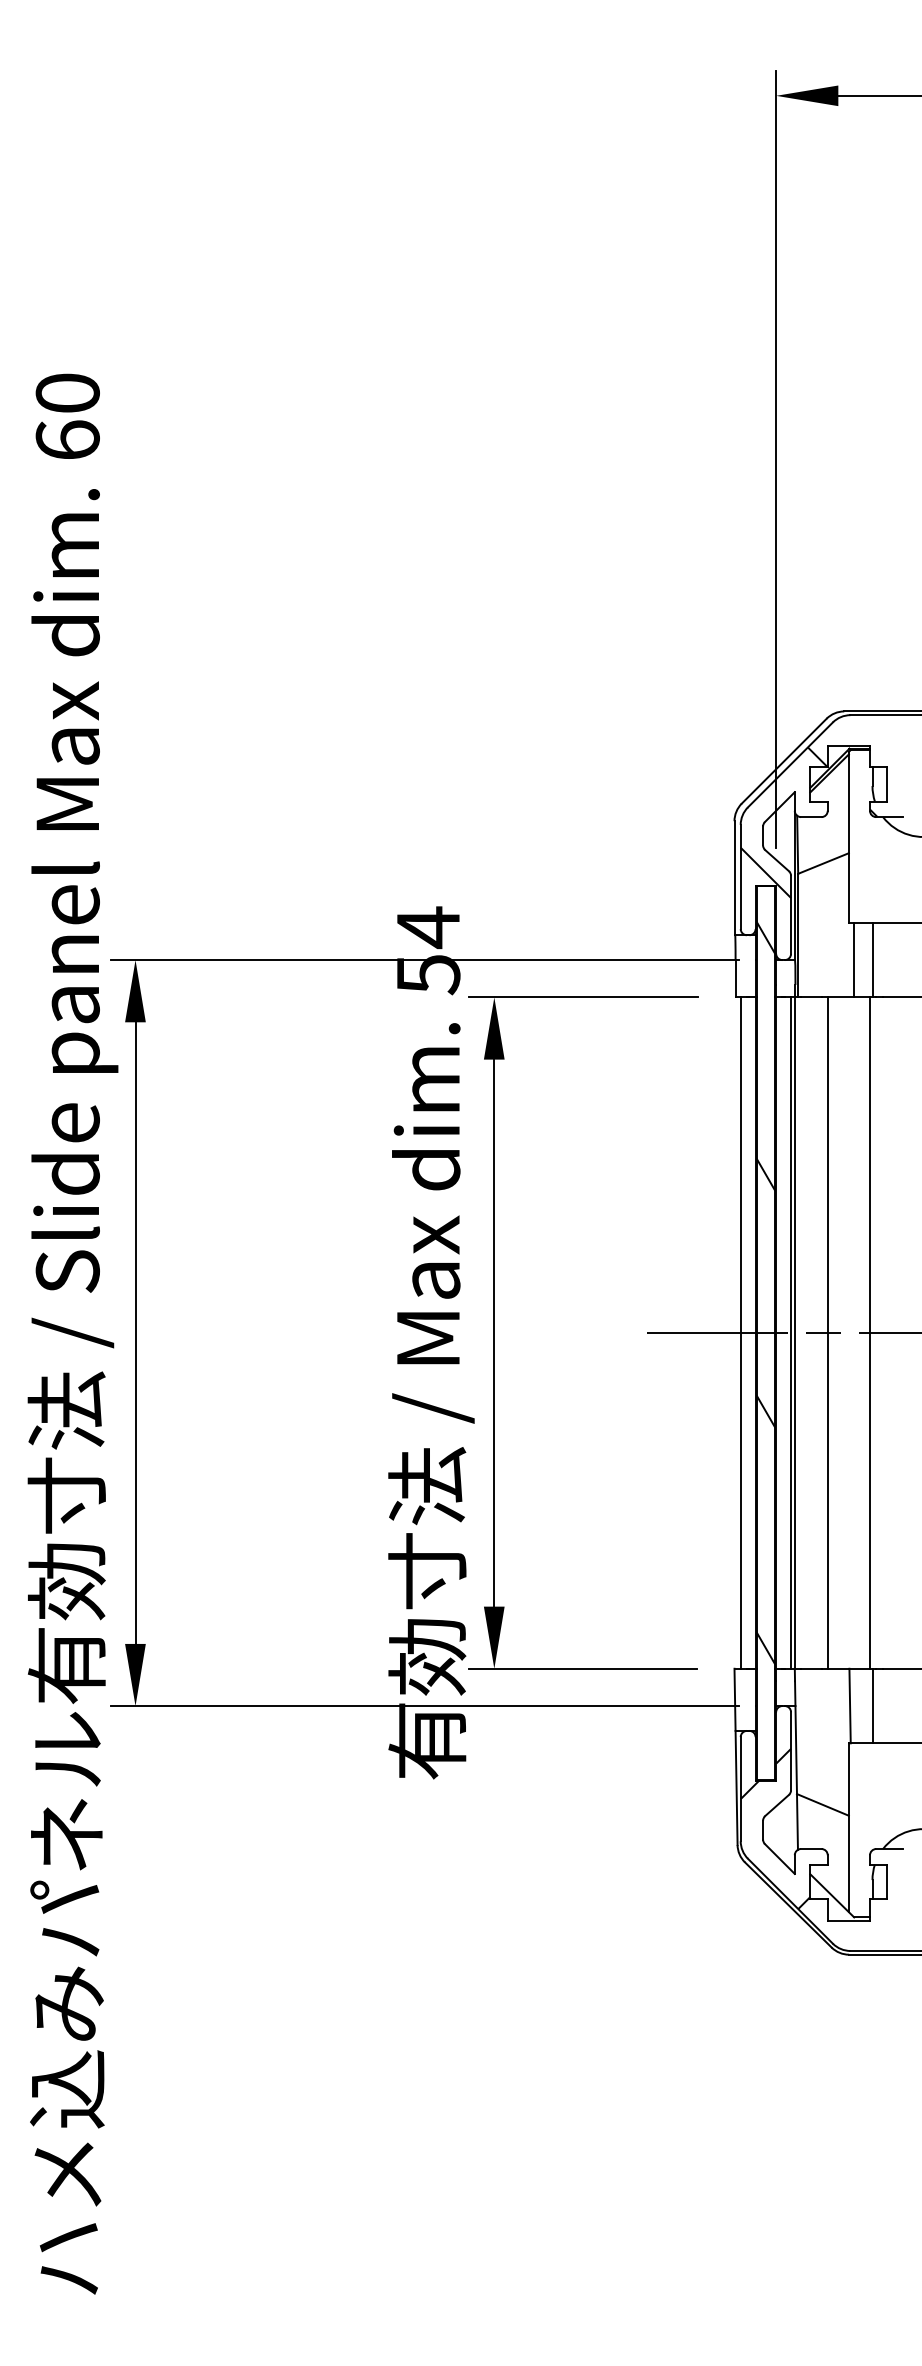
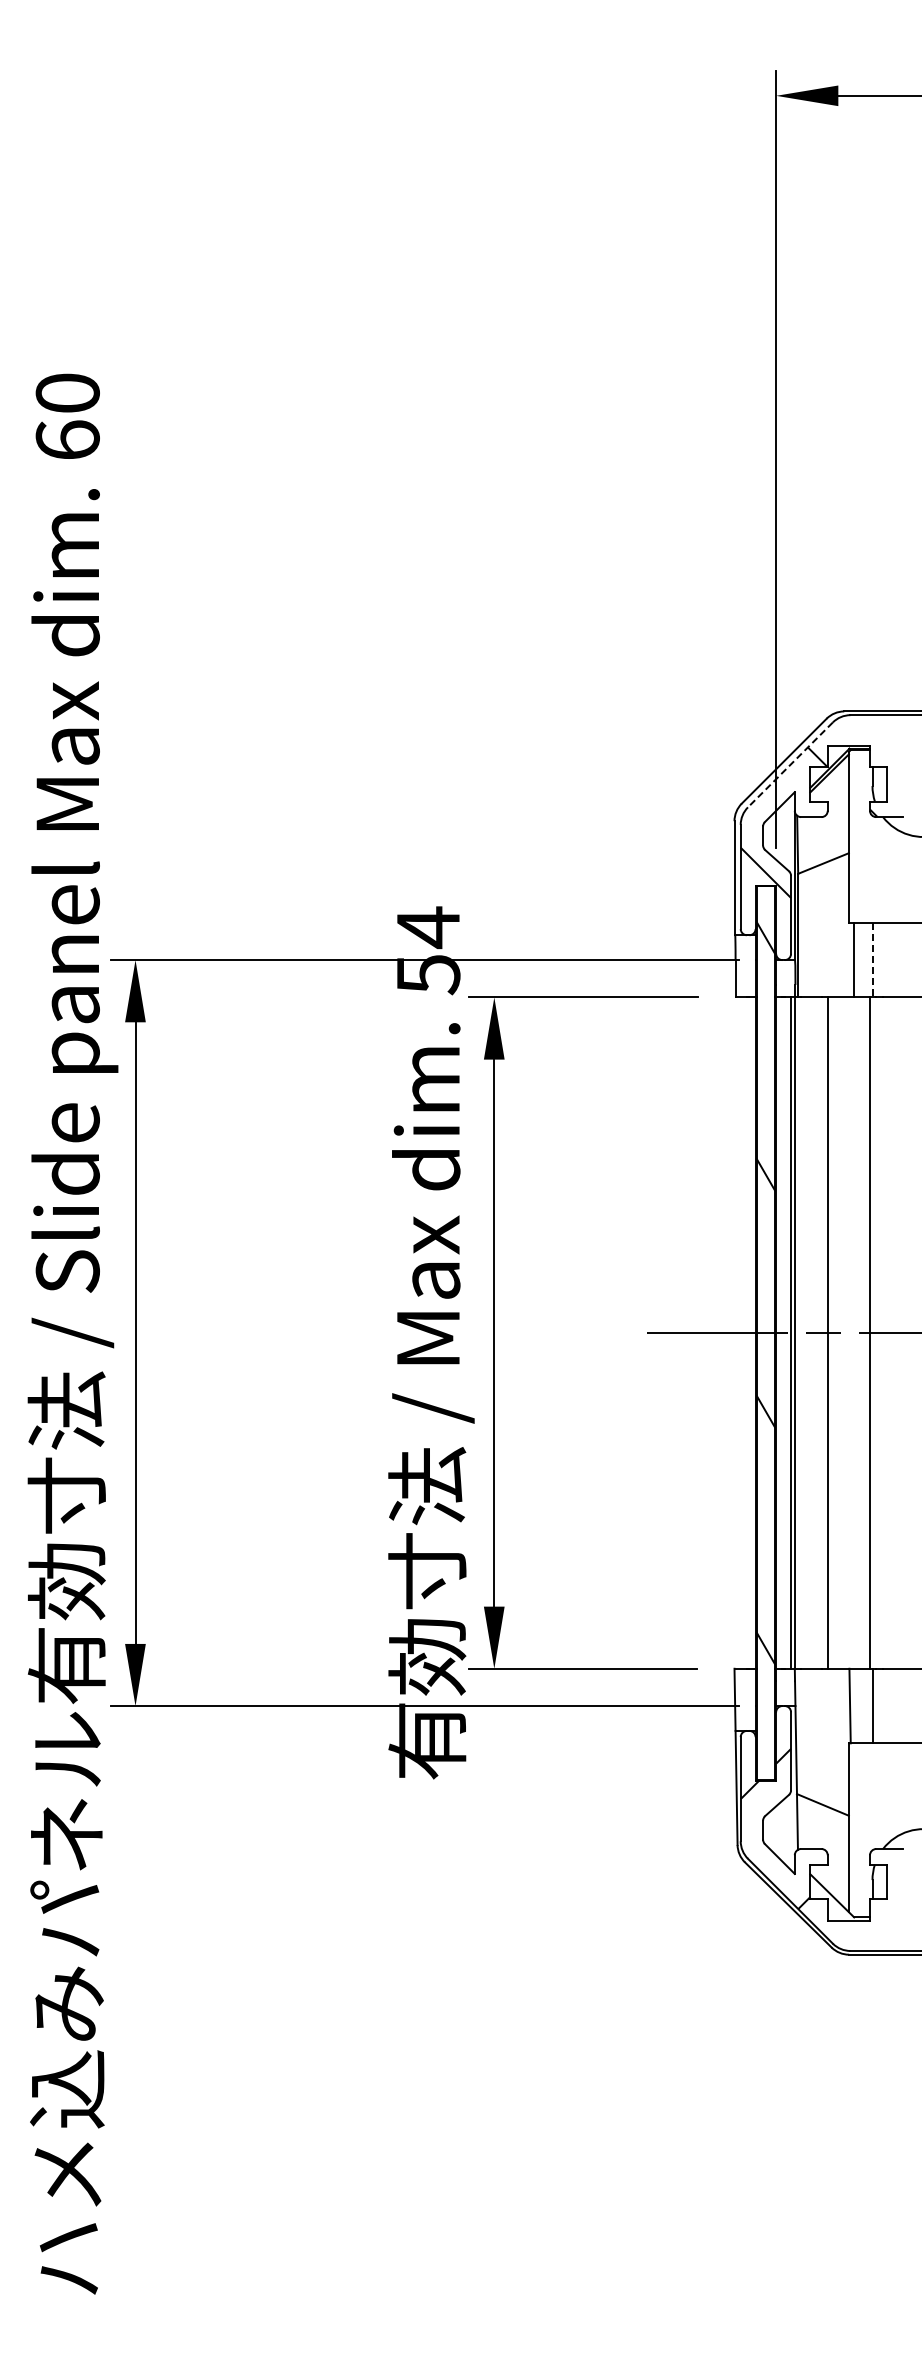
line at (790, 765): solid -> dashed
line at (872, 960): solid -> dashed
line at (740, 1332): present -> none
